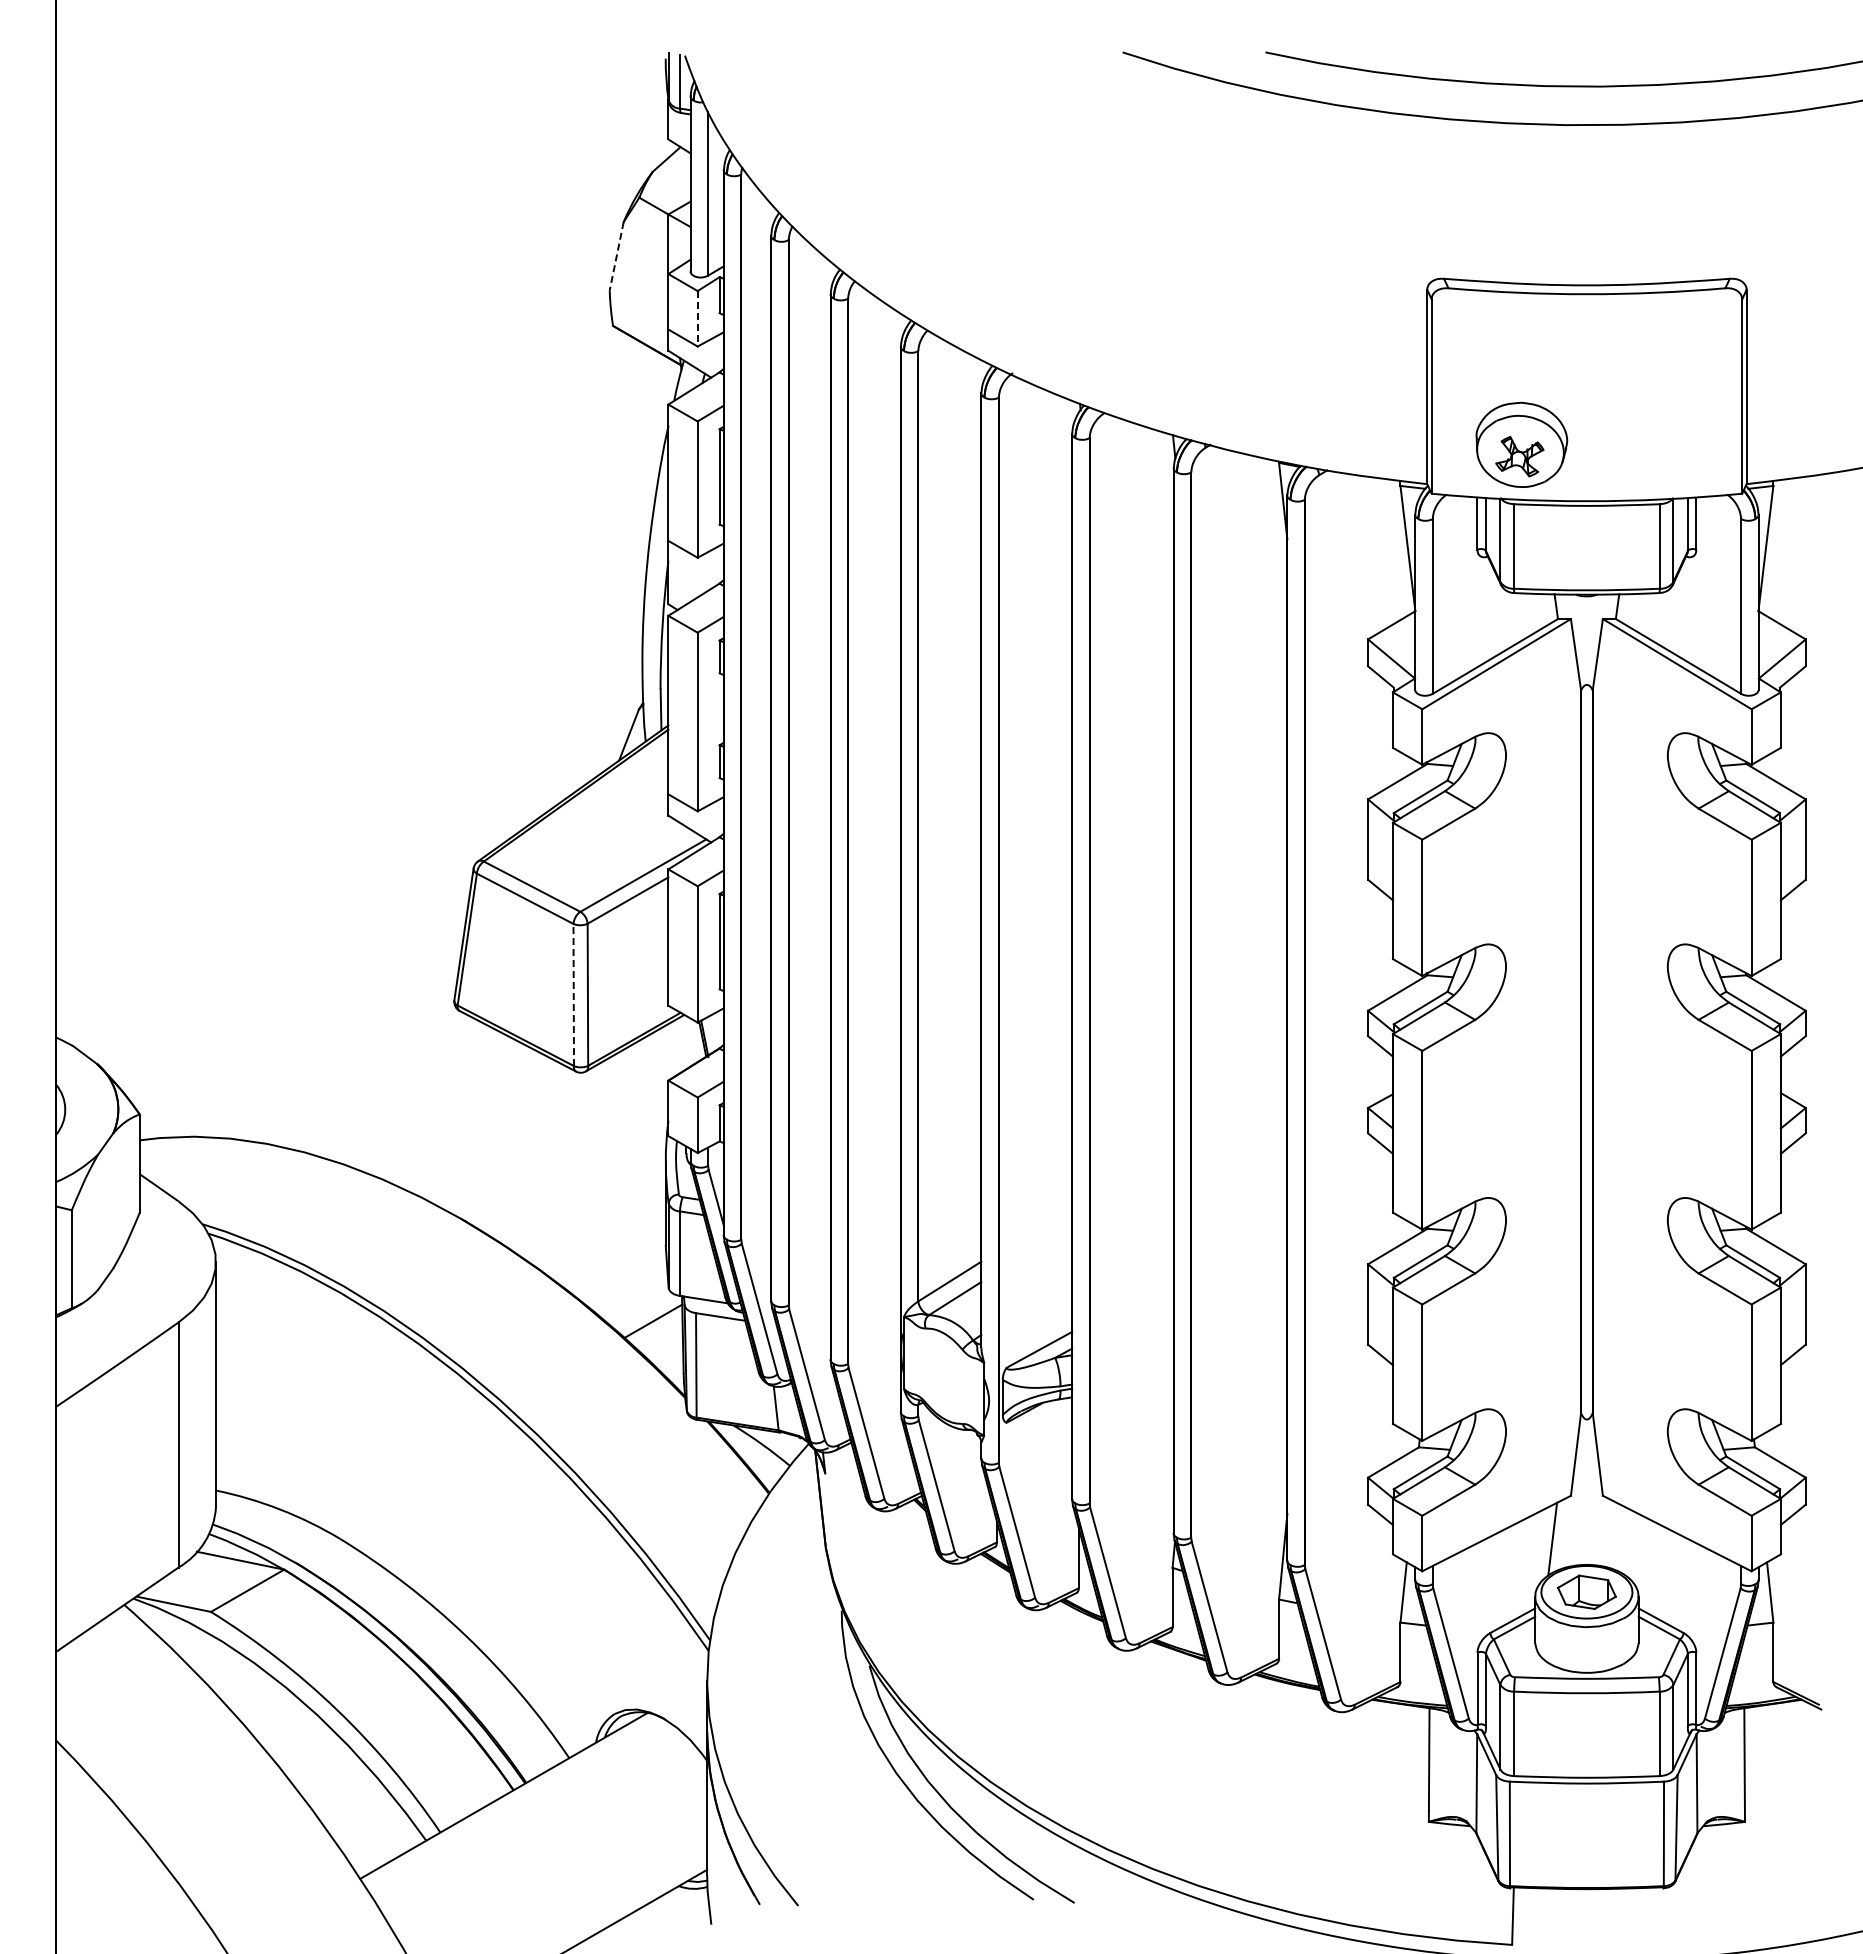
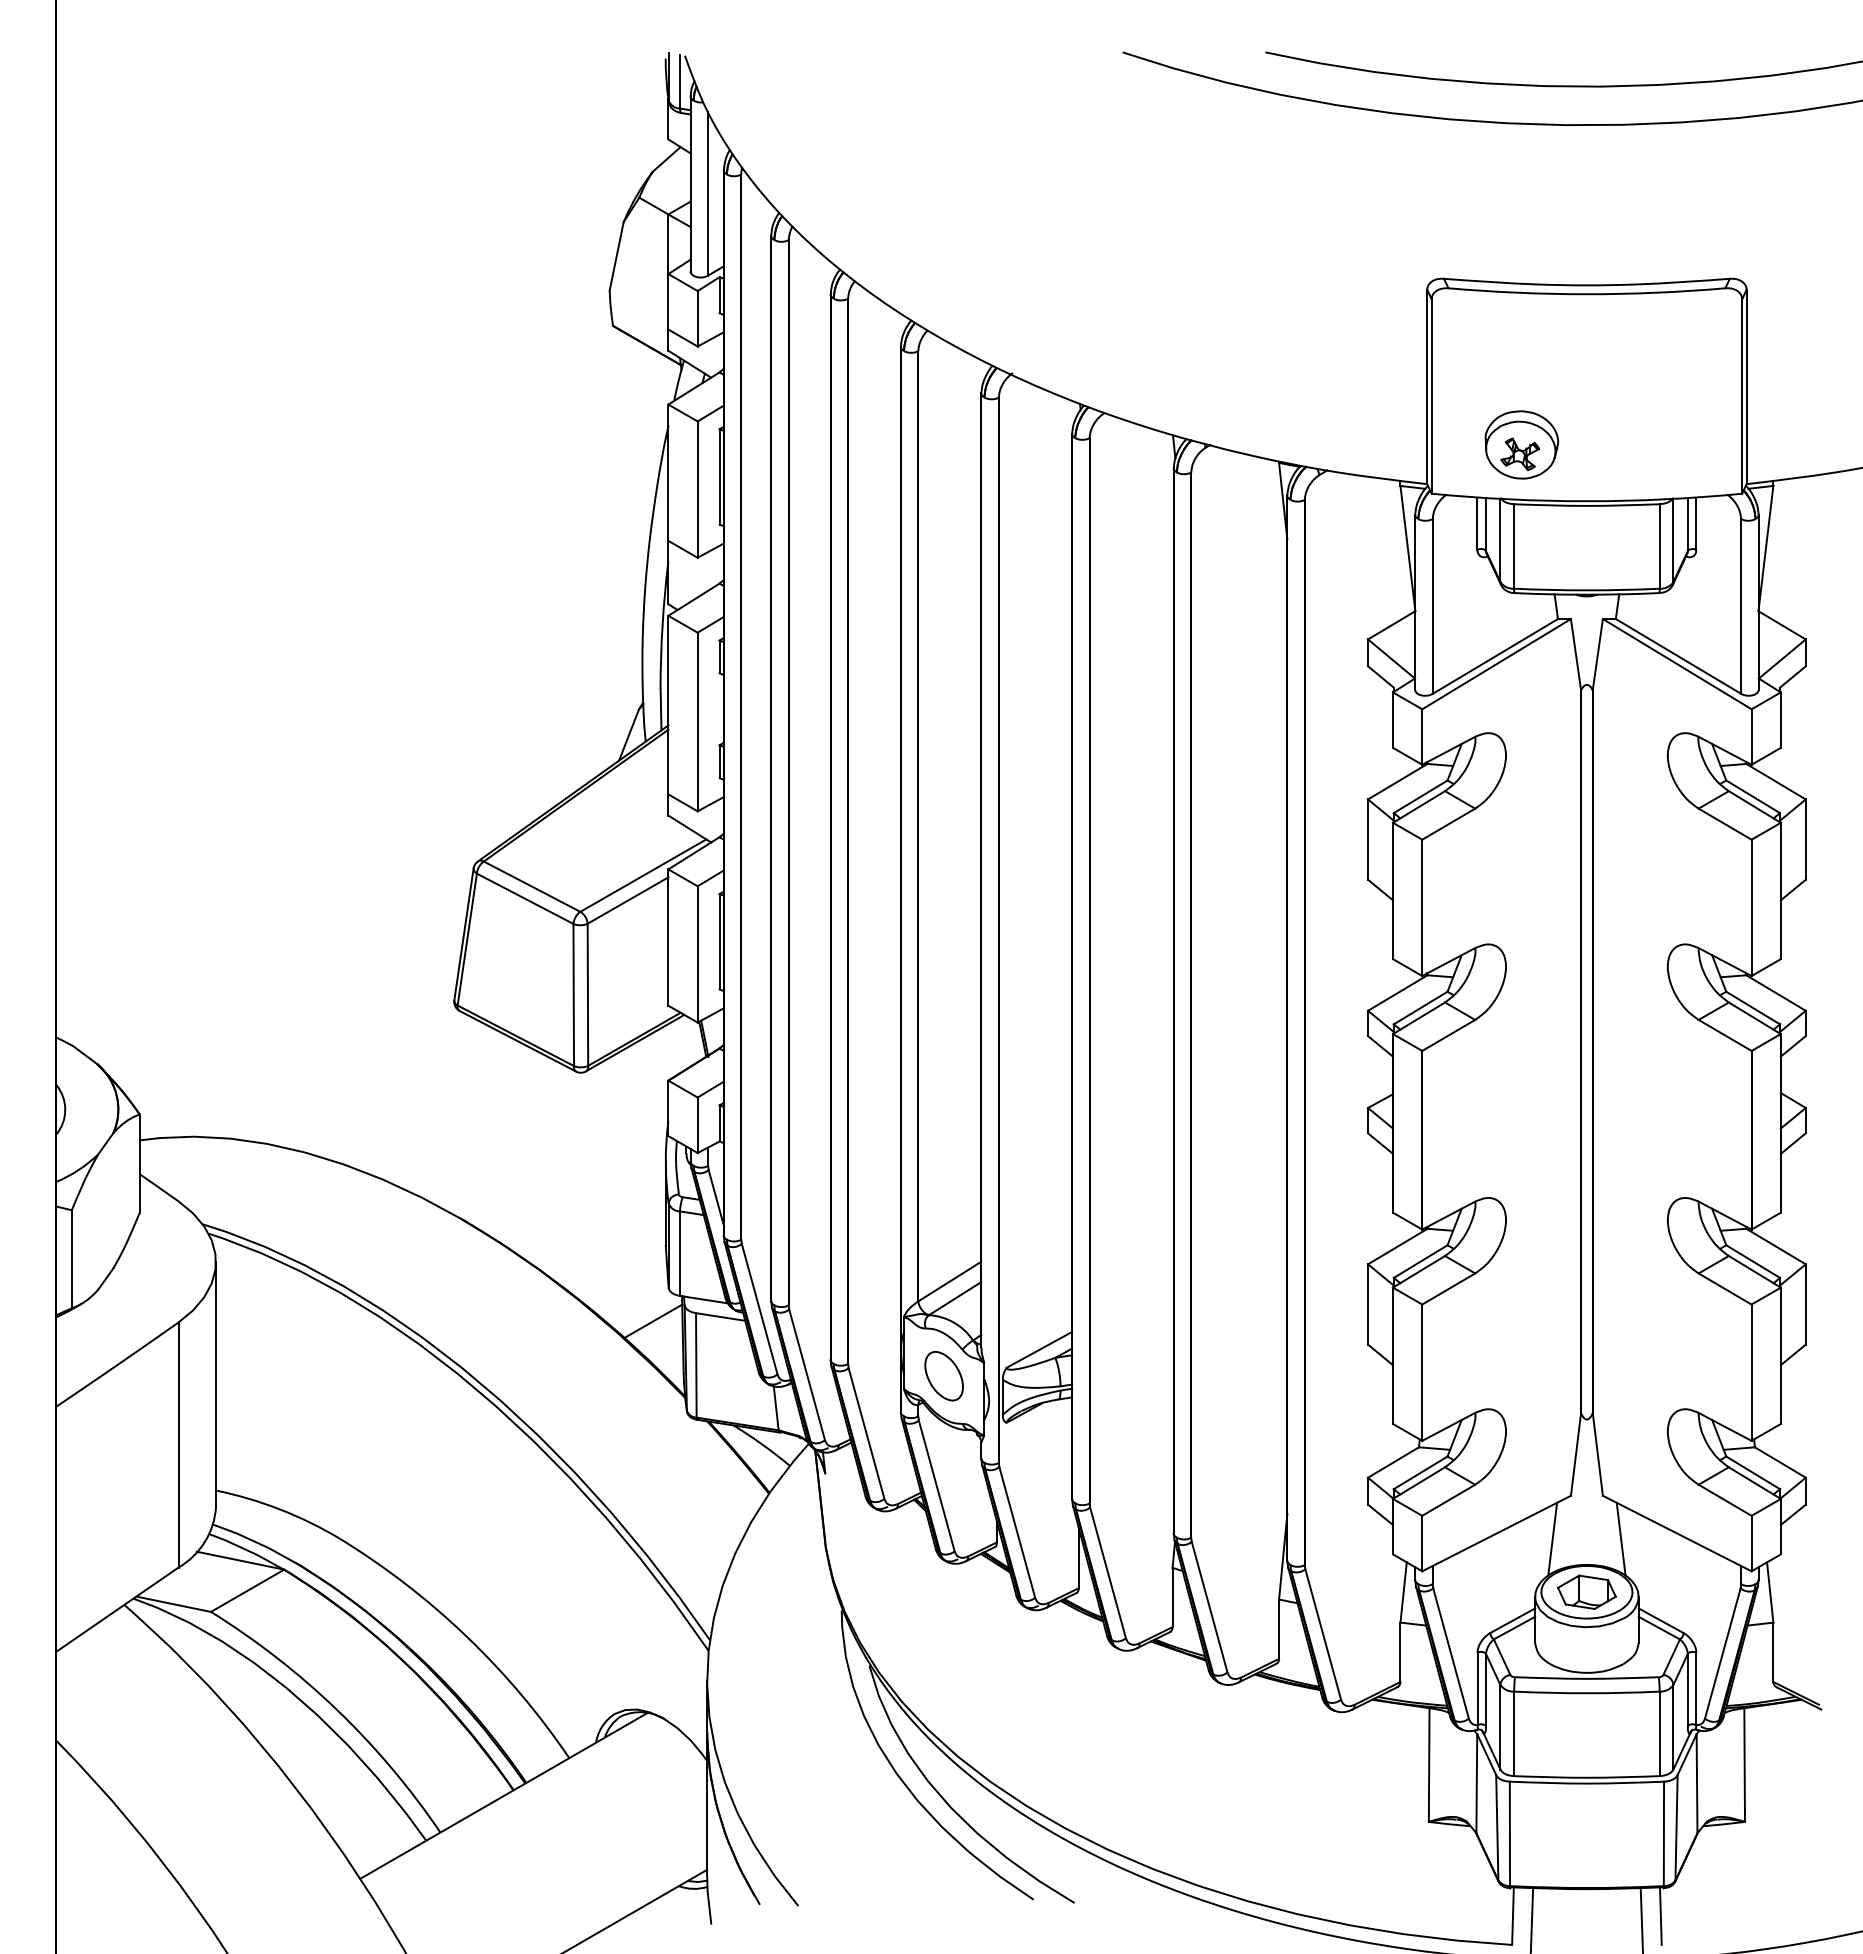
line at (616, 256): dashed -> solid
line at (697, 318): dashed -> solid
part at (1521, 444) size: 94x87 px -> 76x70 px
line at (573, 994): dashed -> solid
part at (943, 1375): none -> present
line at (1620, 1538): none -> present
line at (1660, 1915): none -> present
line at (1531, 1918): none -> present
line at (1641, 1918): none -> present
